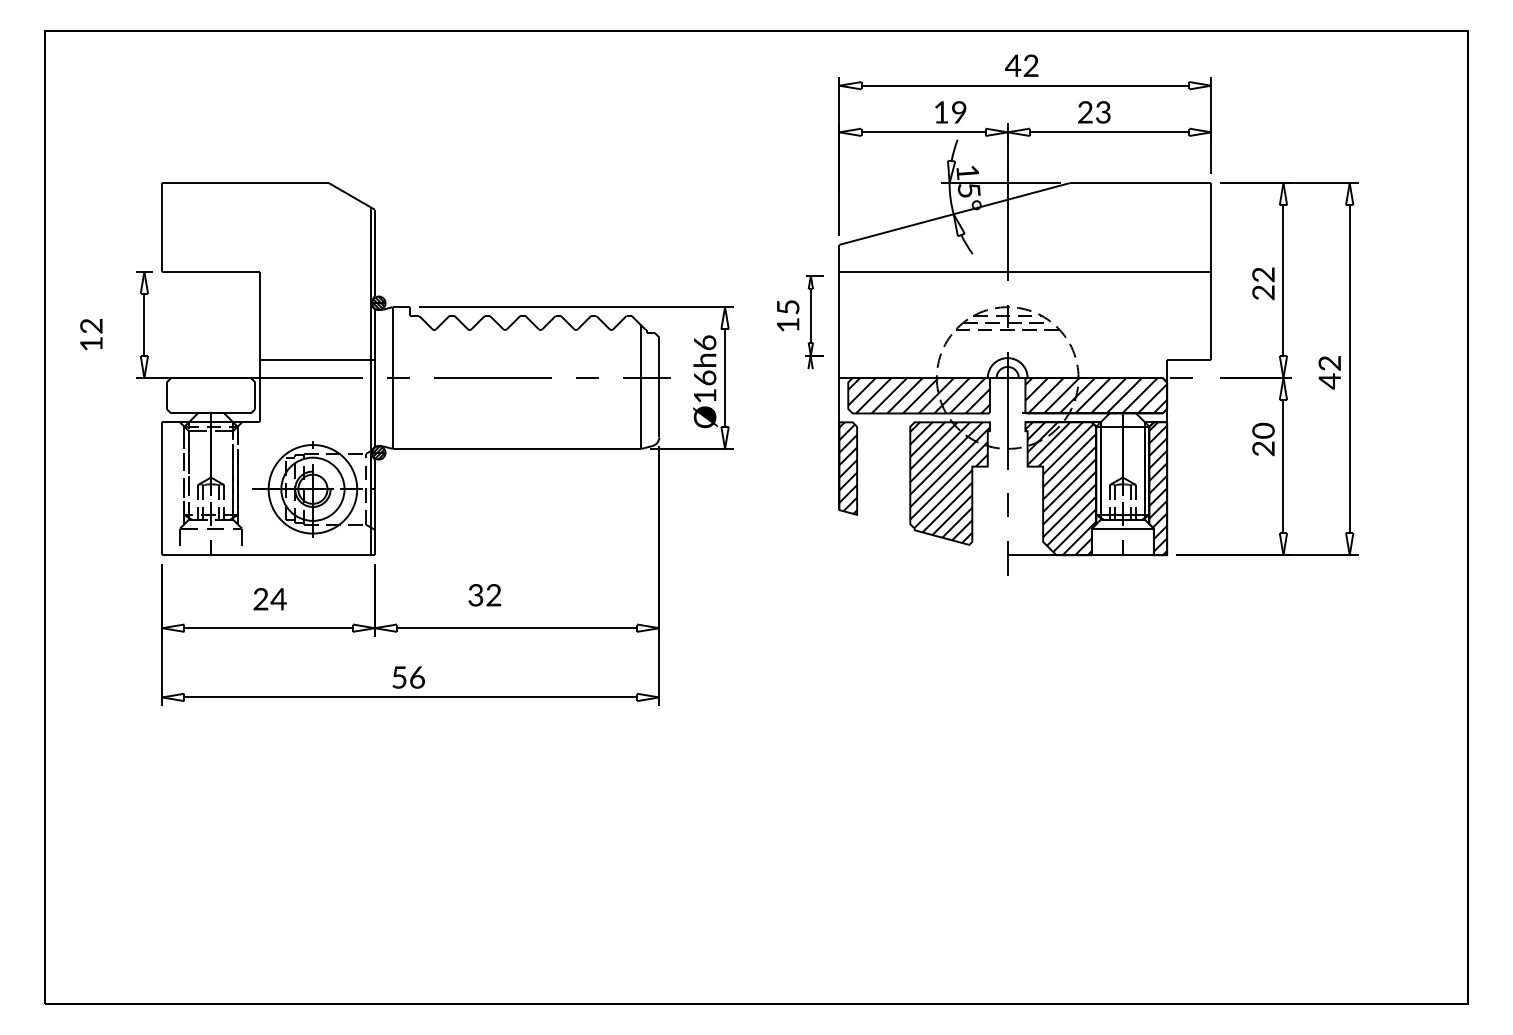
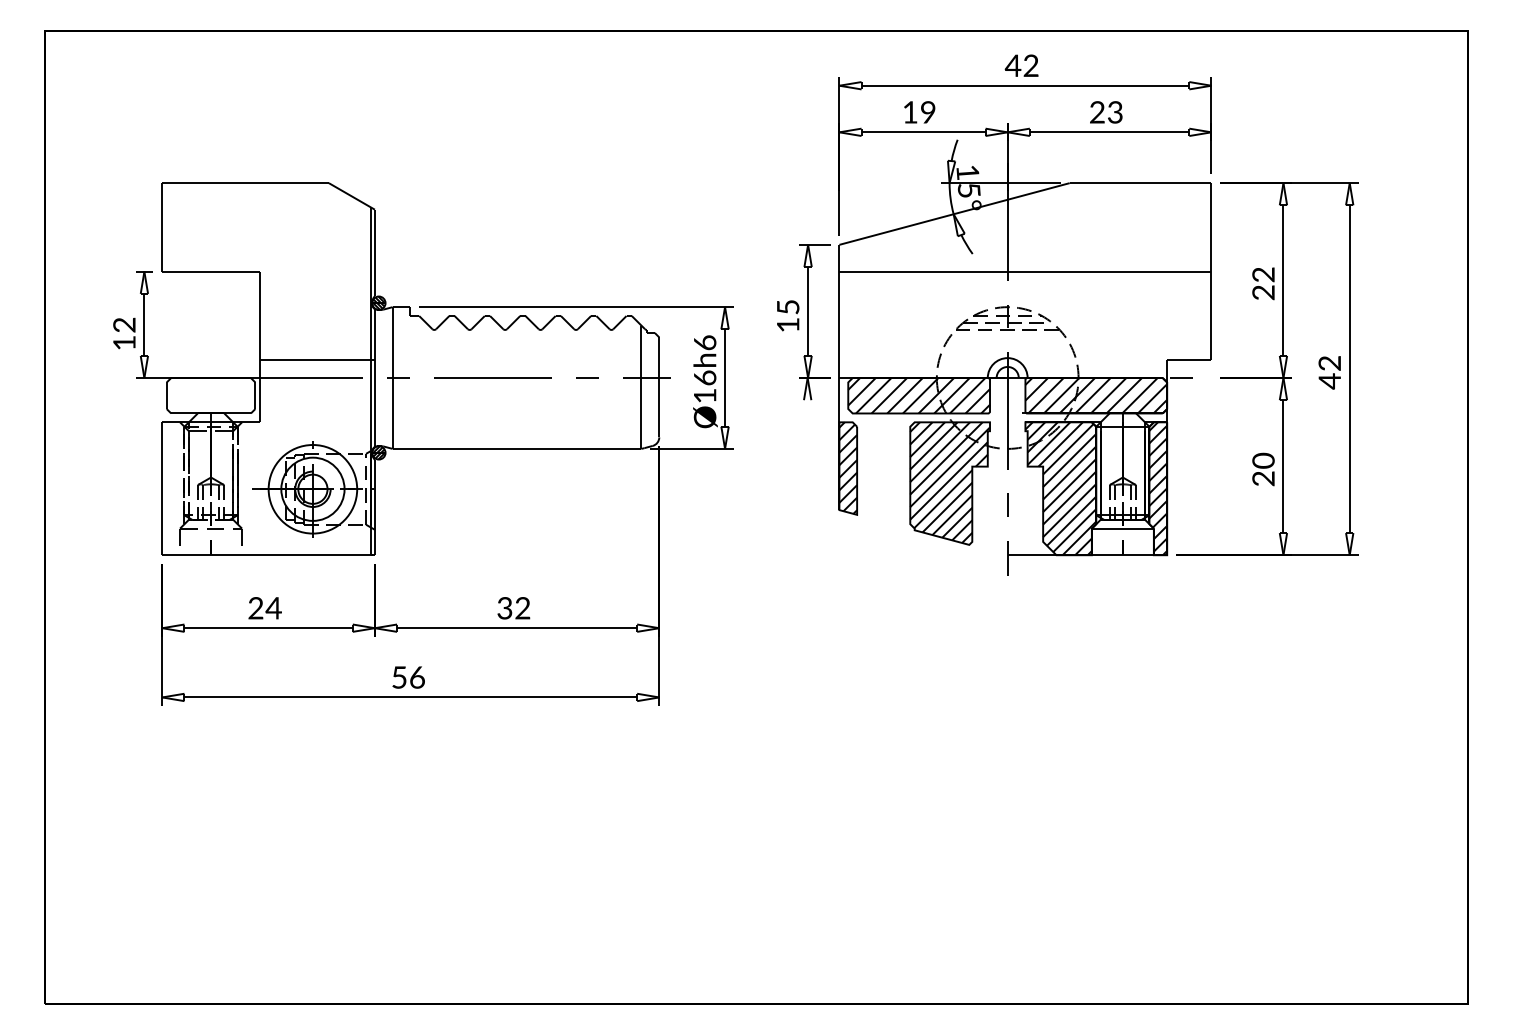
text at (950, 112) position: (950, 112) -> (919, 112)
text at (1094, 112) position: (1094, 112) -> (1106, 112)
part at (814, 322) size: 19x95 px -> 32x157 px
text at (91, 334) position: (91, 334) -> (124, 333)
text at (1263, 439) position: (1263, 439) -> (1263, 469)
text at (484, 595) position: (484, 595) -> (513, 608)
text at (269, 599) position: (269, 599) -> (264, 608)
